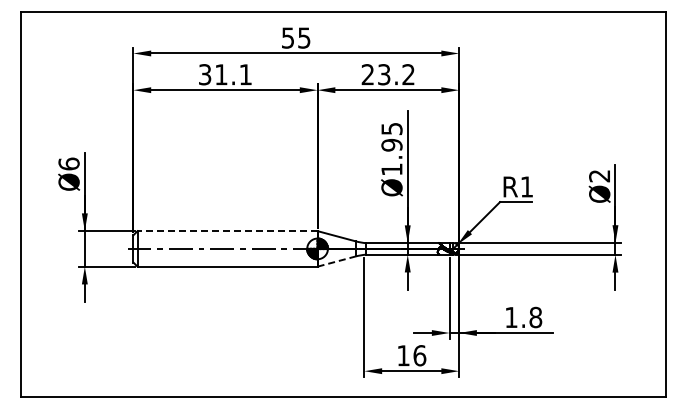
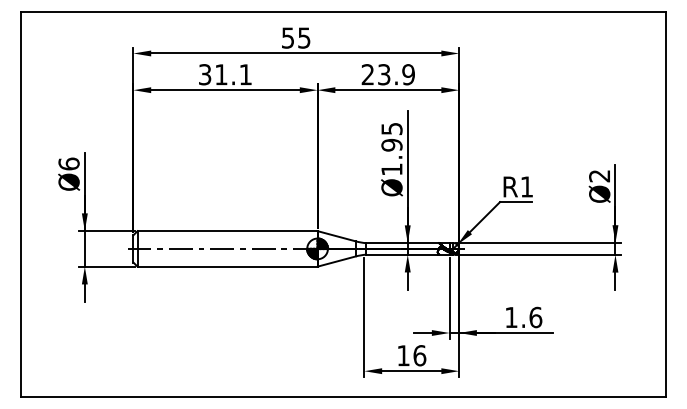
text at (408, 74): 23.2 -> 23.9
line at (227, 231): dashed -> solid
line at (336, 261): dashed -> solid
text at (535, 317): 1.8 -> 1.6
